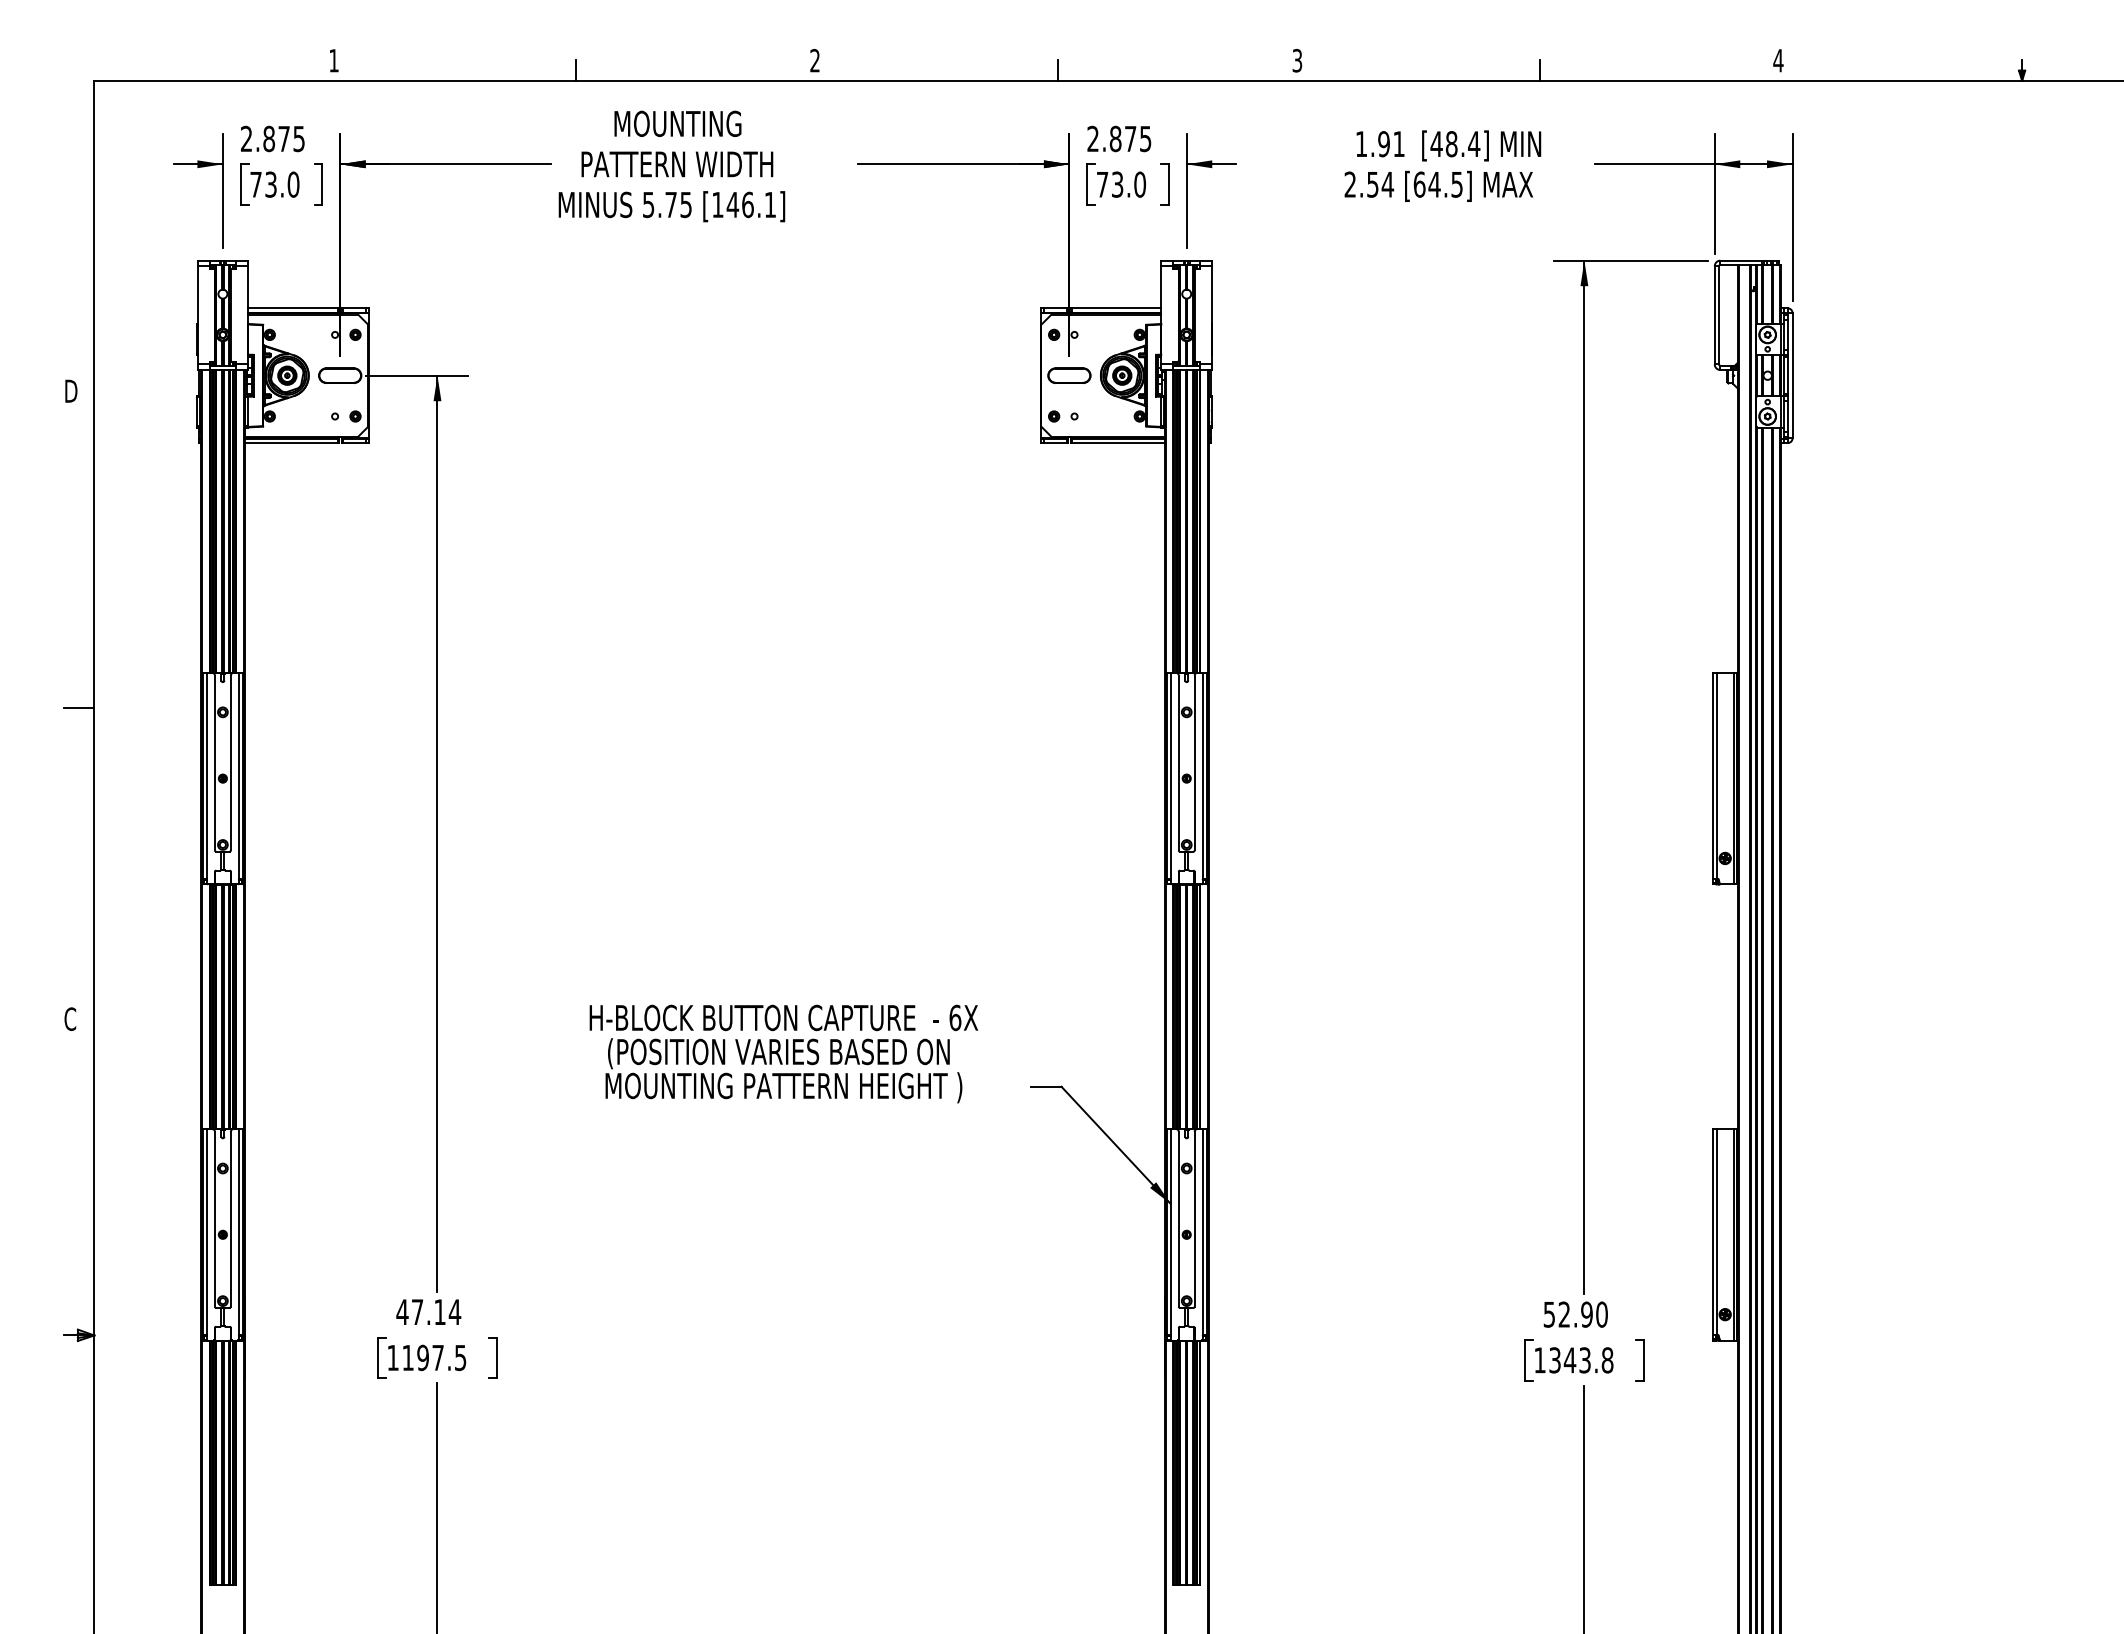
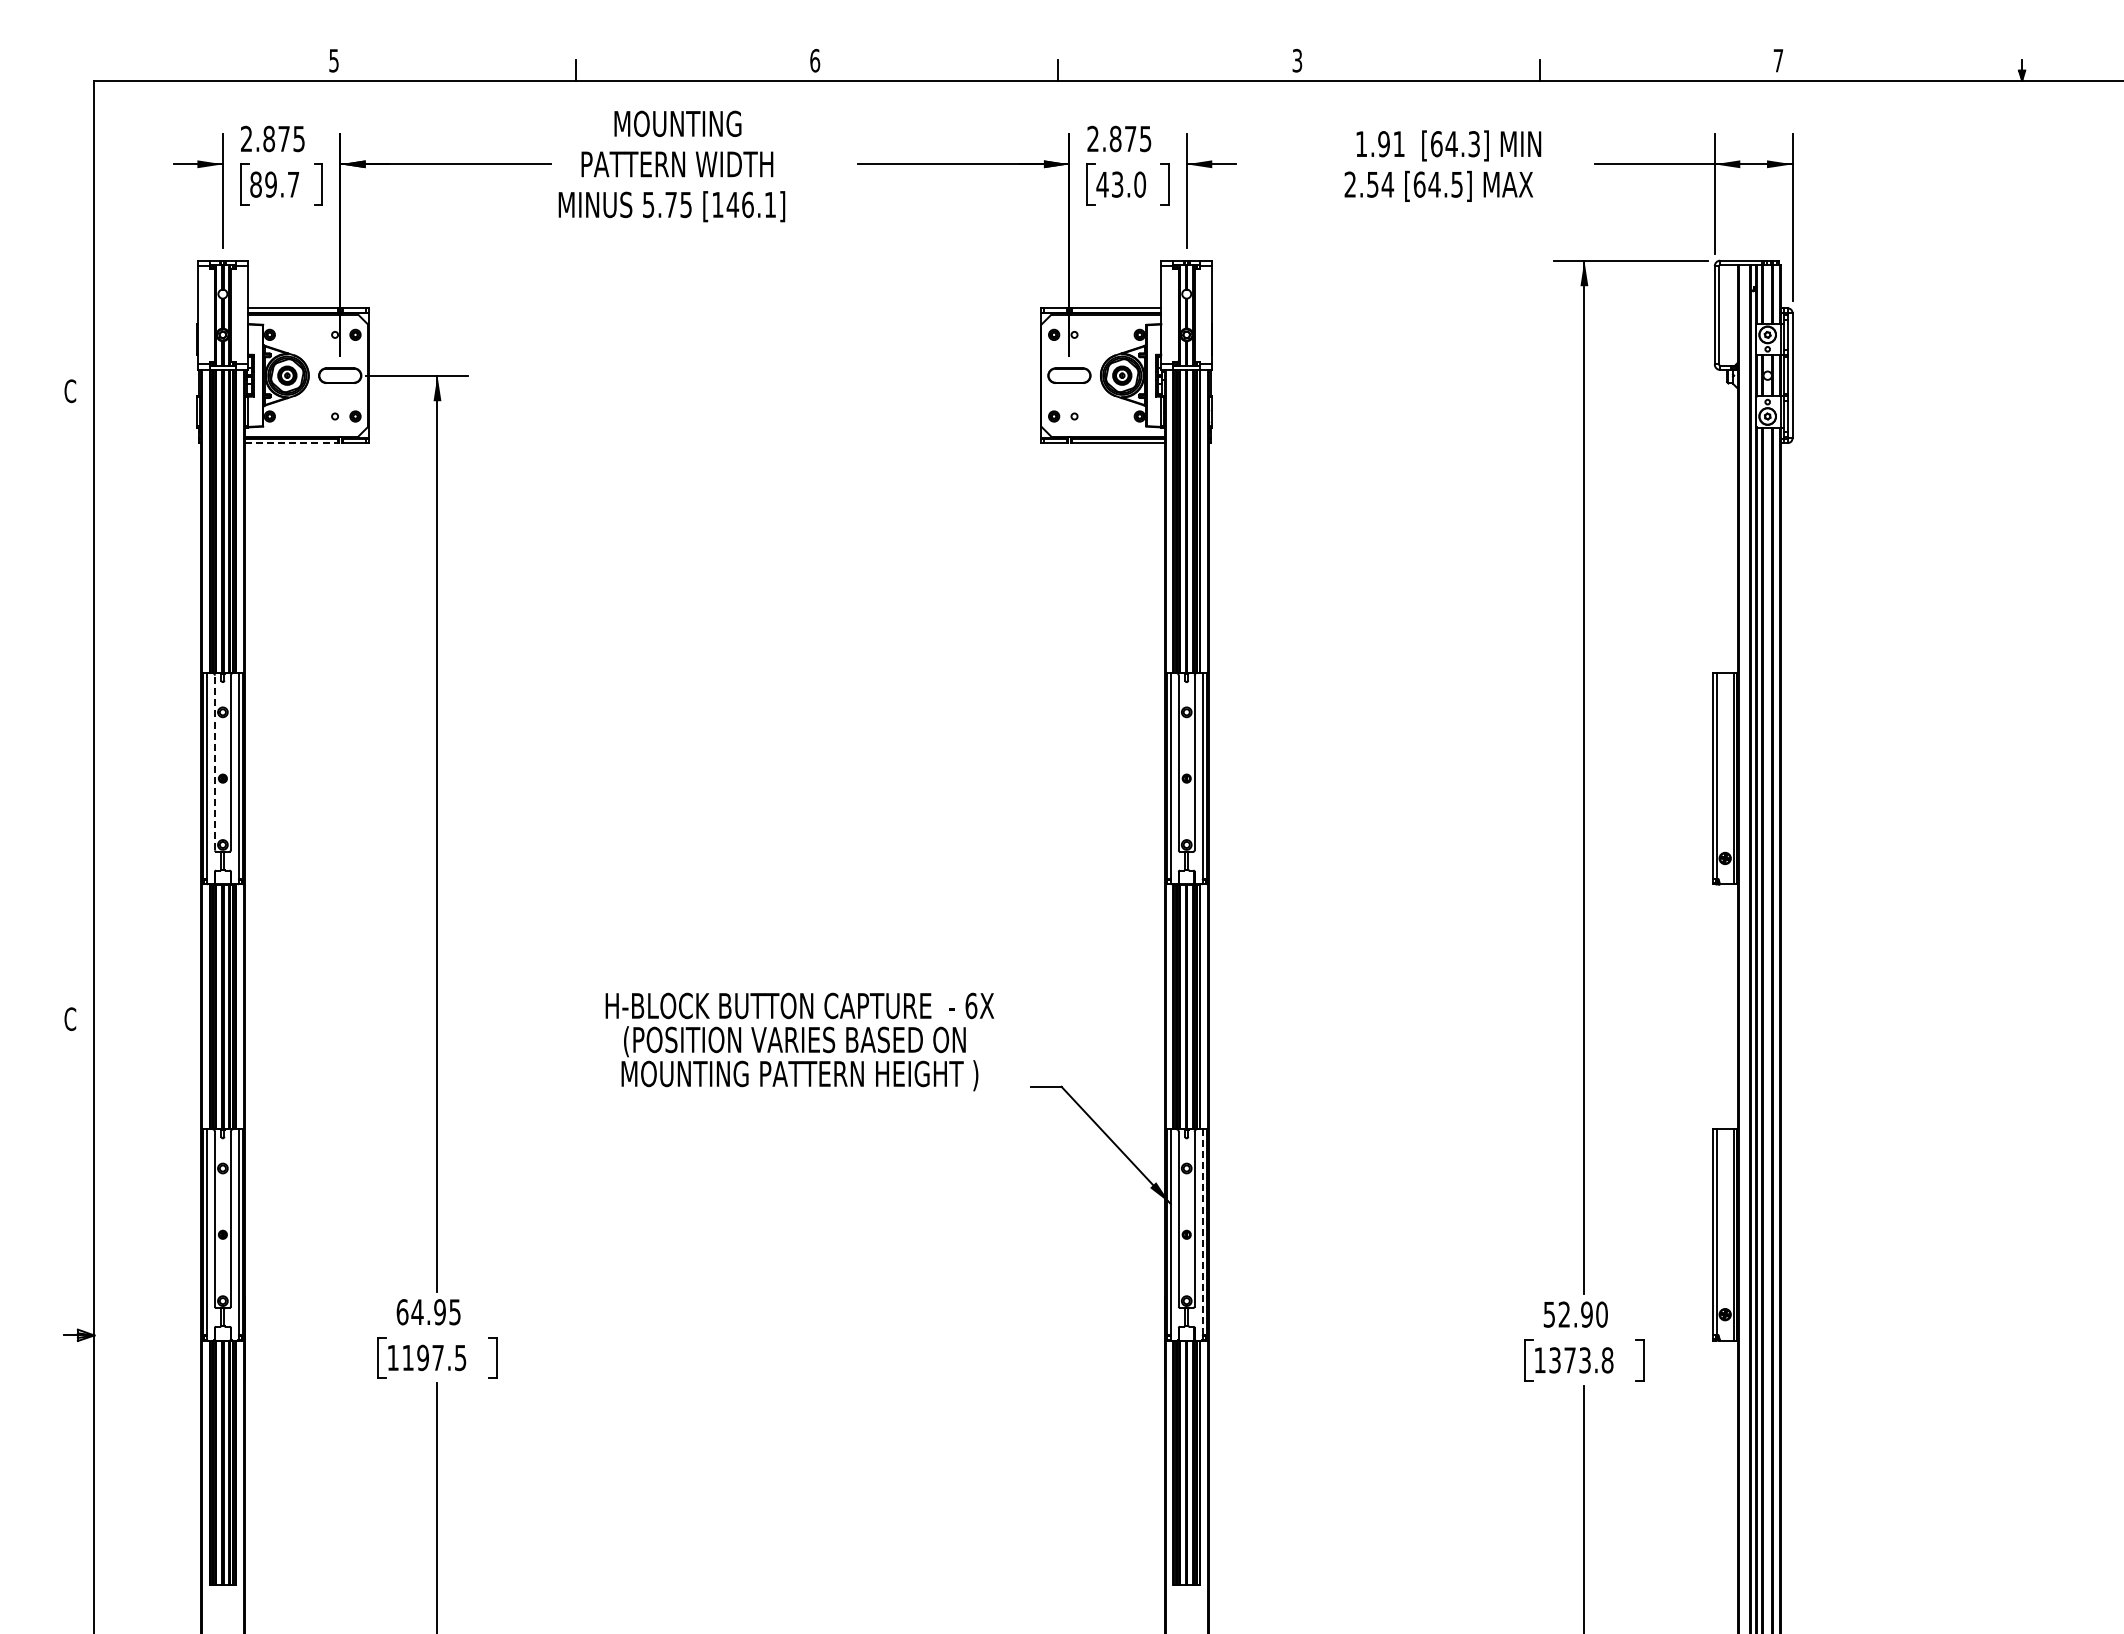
text at (333, 60): 1 -> 5
text at (815, 60): 2 -> 6
text at (1778, 60): 4 -> 7
text at (1455, 144): [48.4] -> [64.3]
text at (274, 184): 73.0 -> 89.7
text at (1102, 184): 73.0 -> 43.0
text at (70, 391): D -> C
line at (291, 443): solid -> dashed
line at (78, 708): present -> none
line at (214, 762): solid -> dashed
text at (783, 1053) position: (783, 1053) -> (799, 1041)
line at (1202, 1231): solid -> dashed
text at (428, 1312): 47.14 -> 64.95
text at (1569, 1360): 1343.8 -> 1373.8
